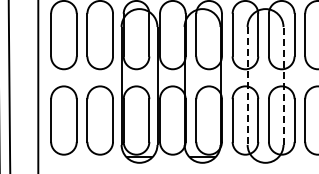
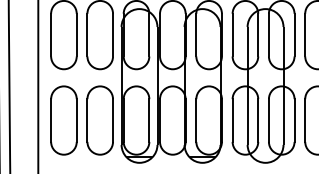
line at (247, 85): dashed -> solid
line at (283, 85): dashed -> solid
